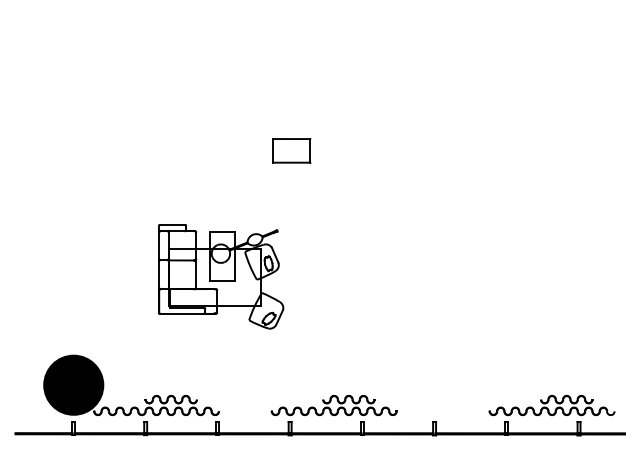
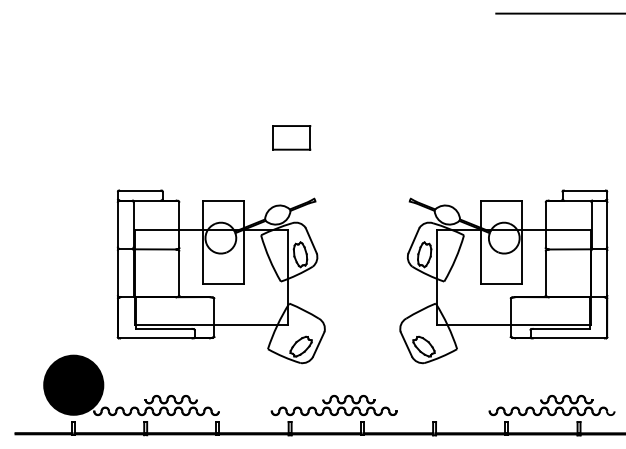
line at (559, 13): none -> present
part at (291, 150) position: (291, 150) -> (291, 137)
part at (221, 276) size: 127x106 px -> 210x176 px
part at (503, 276): none -> present
